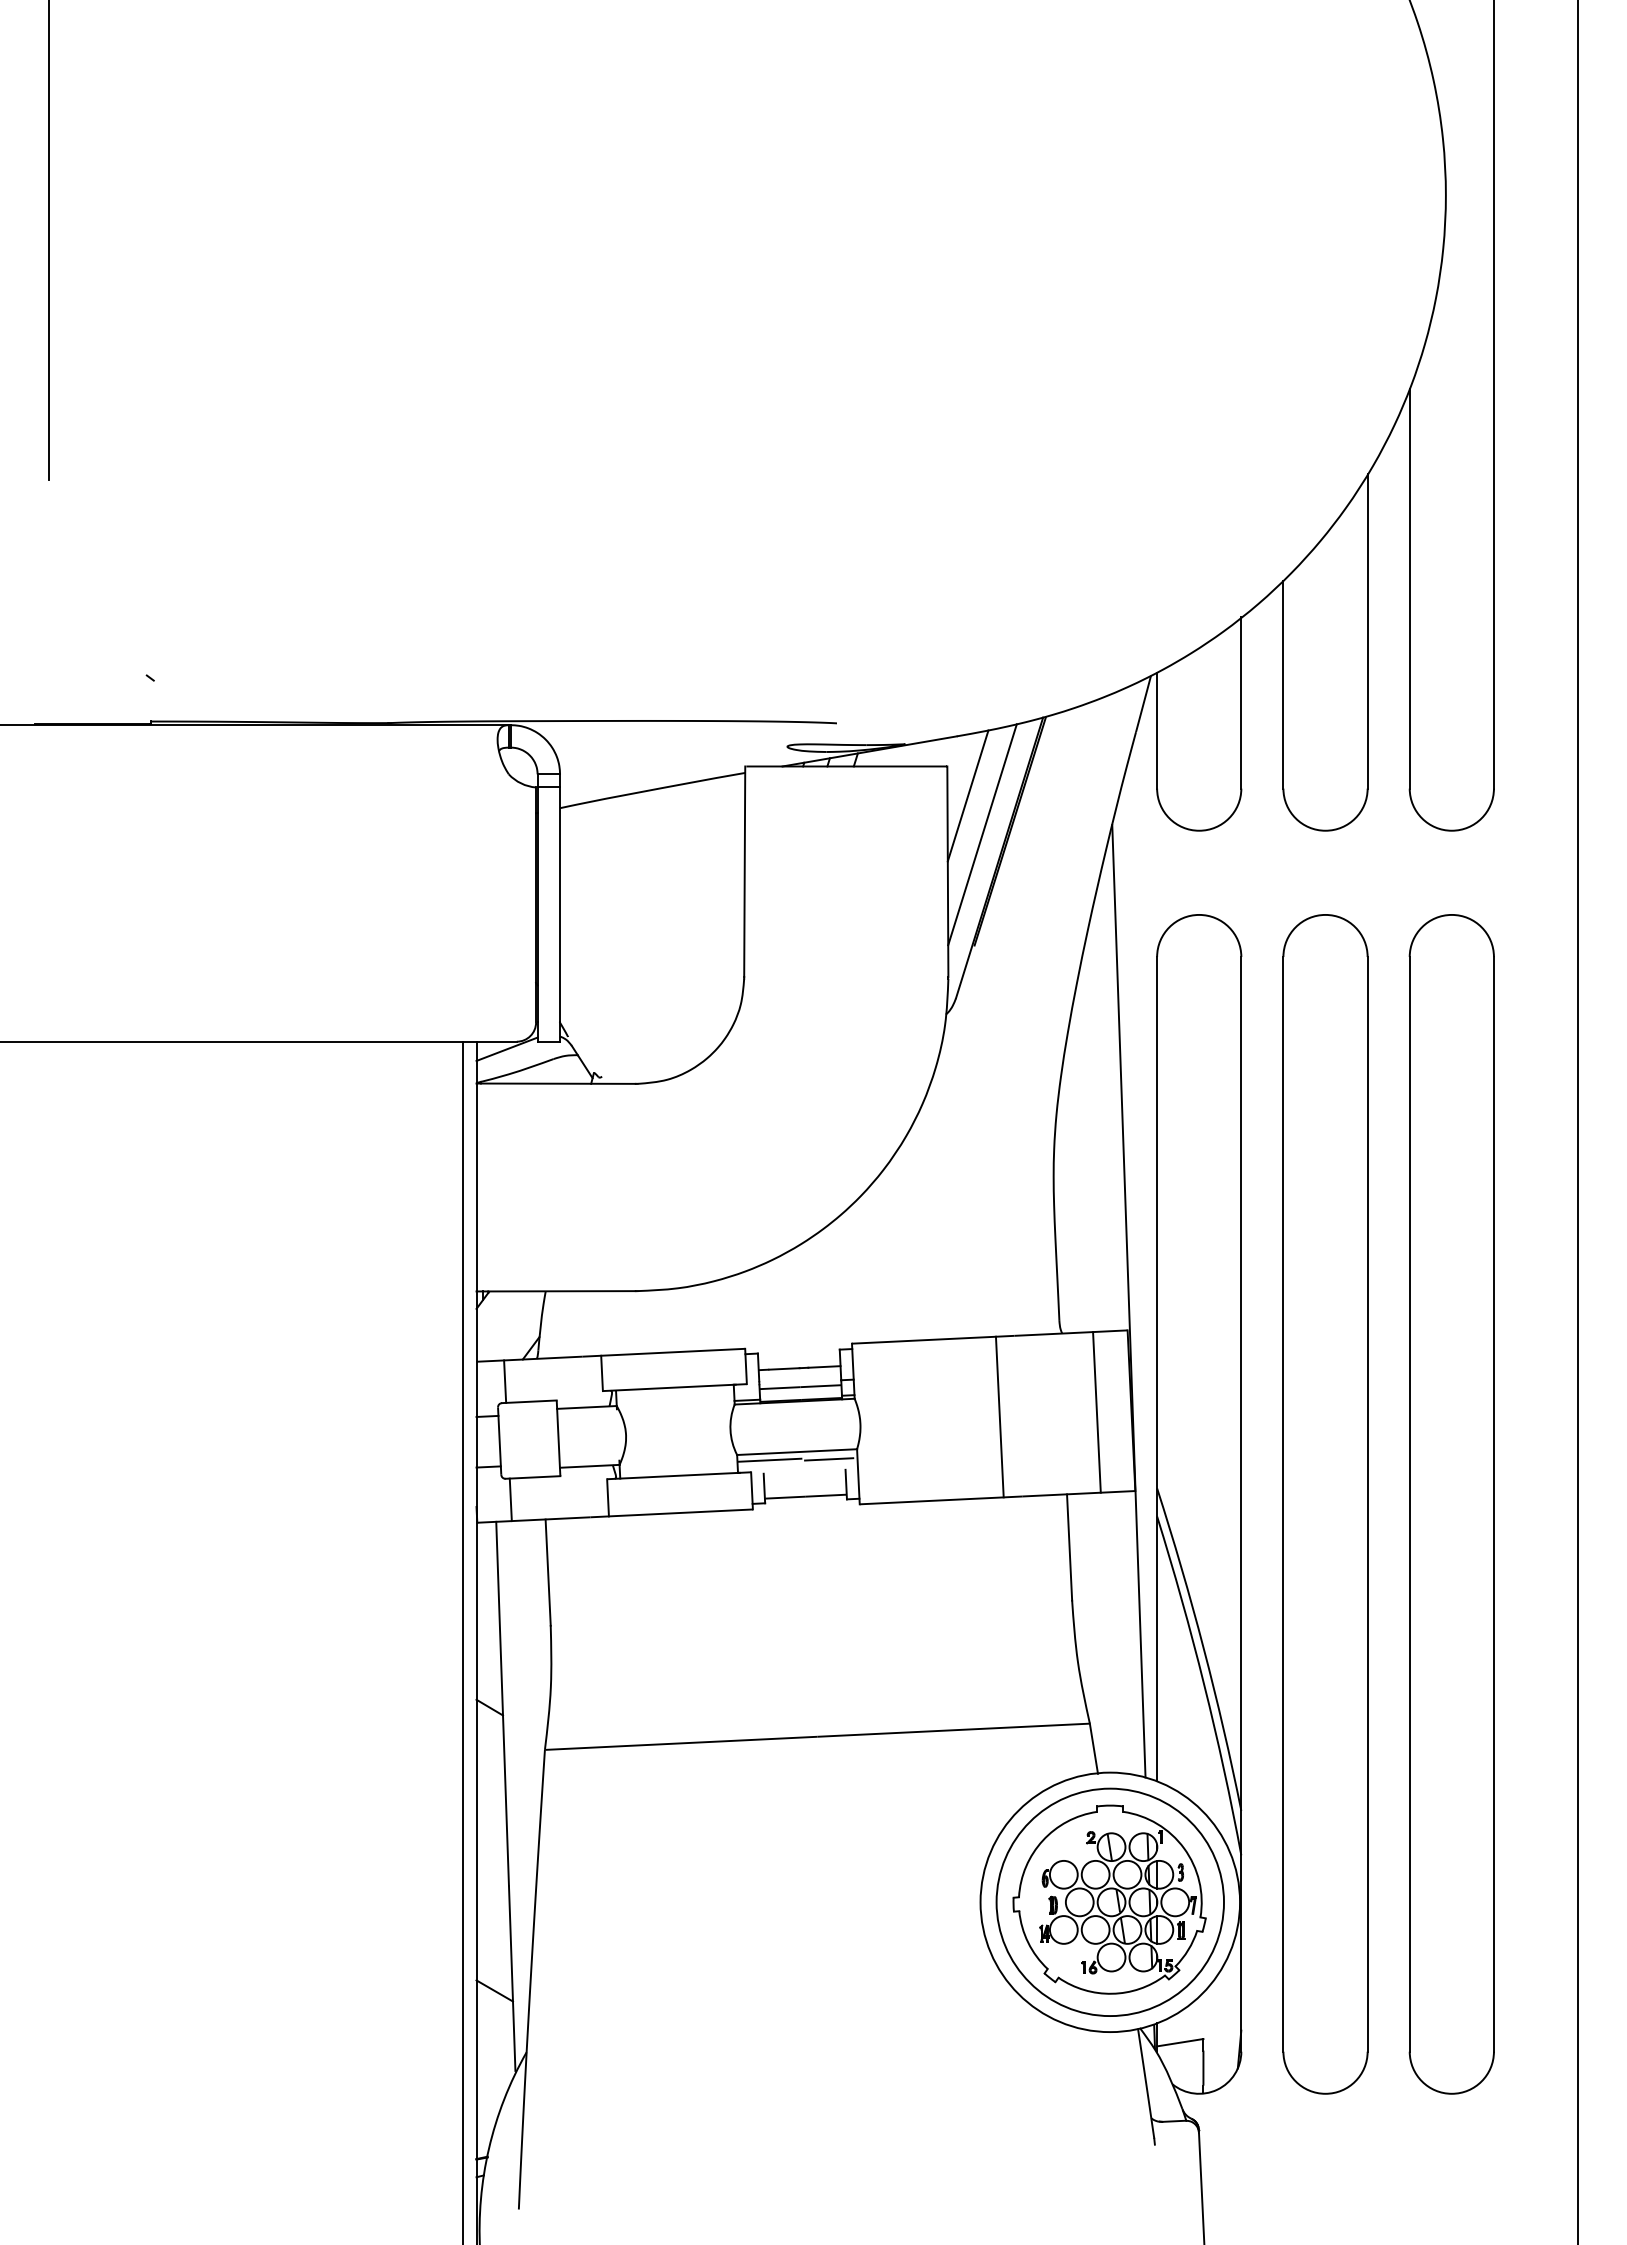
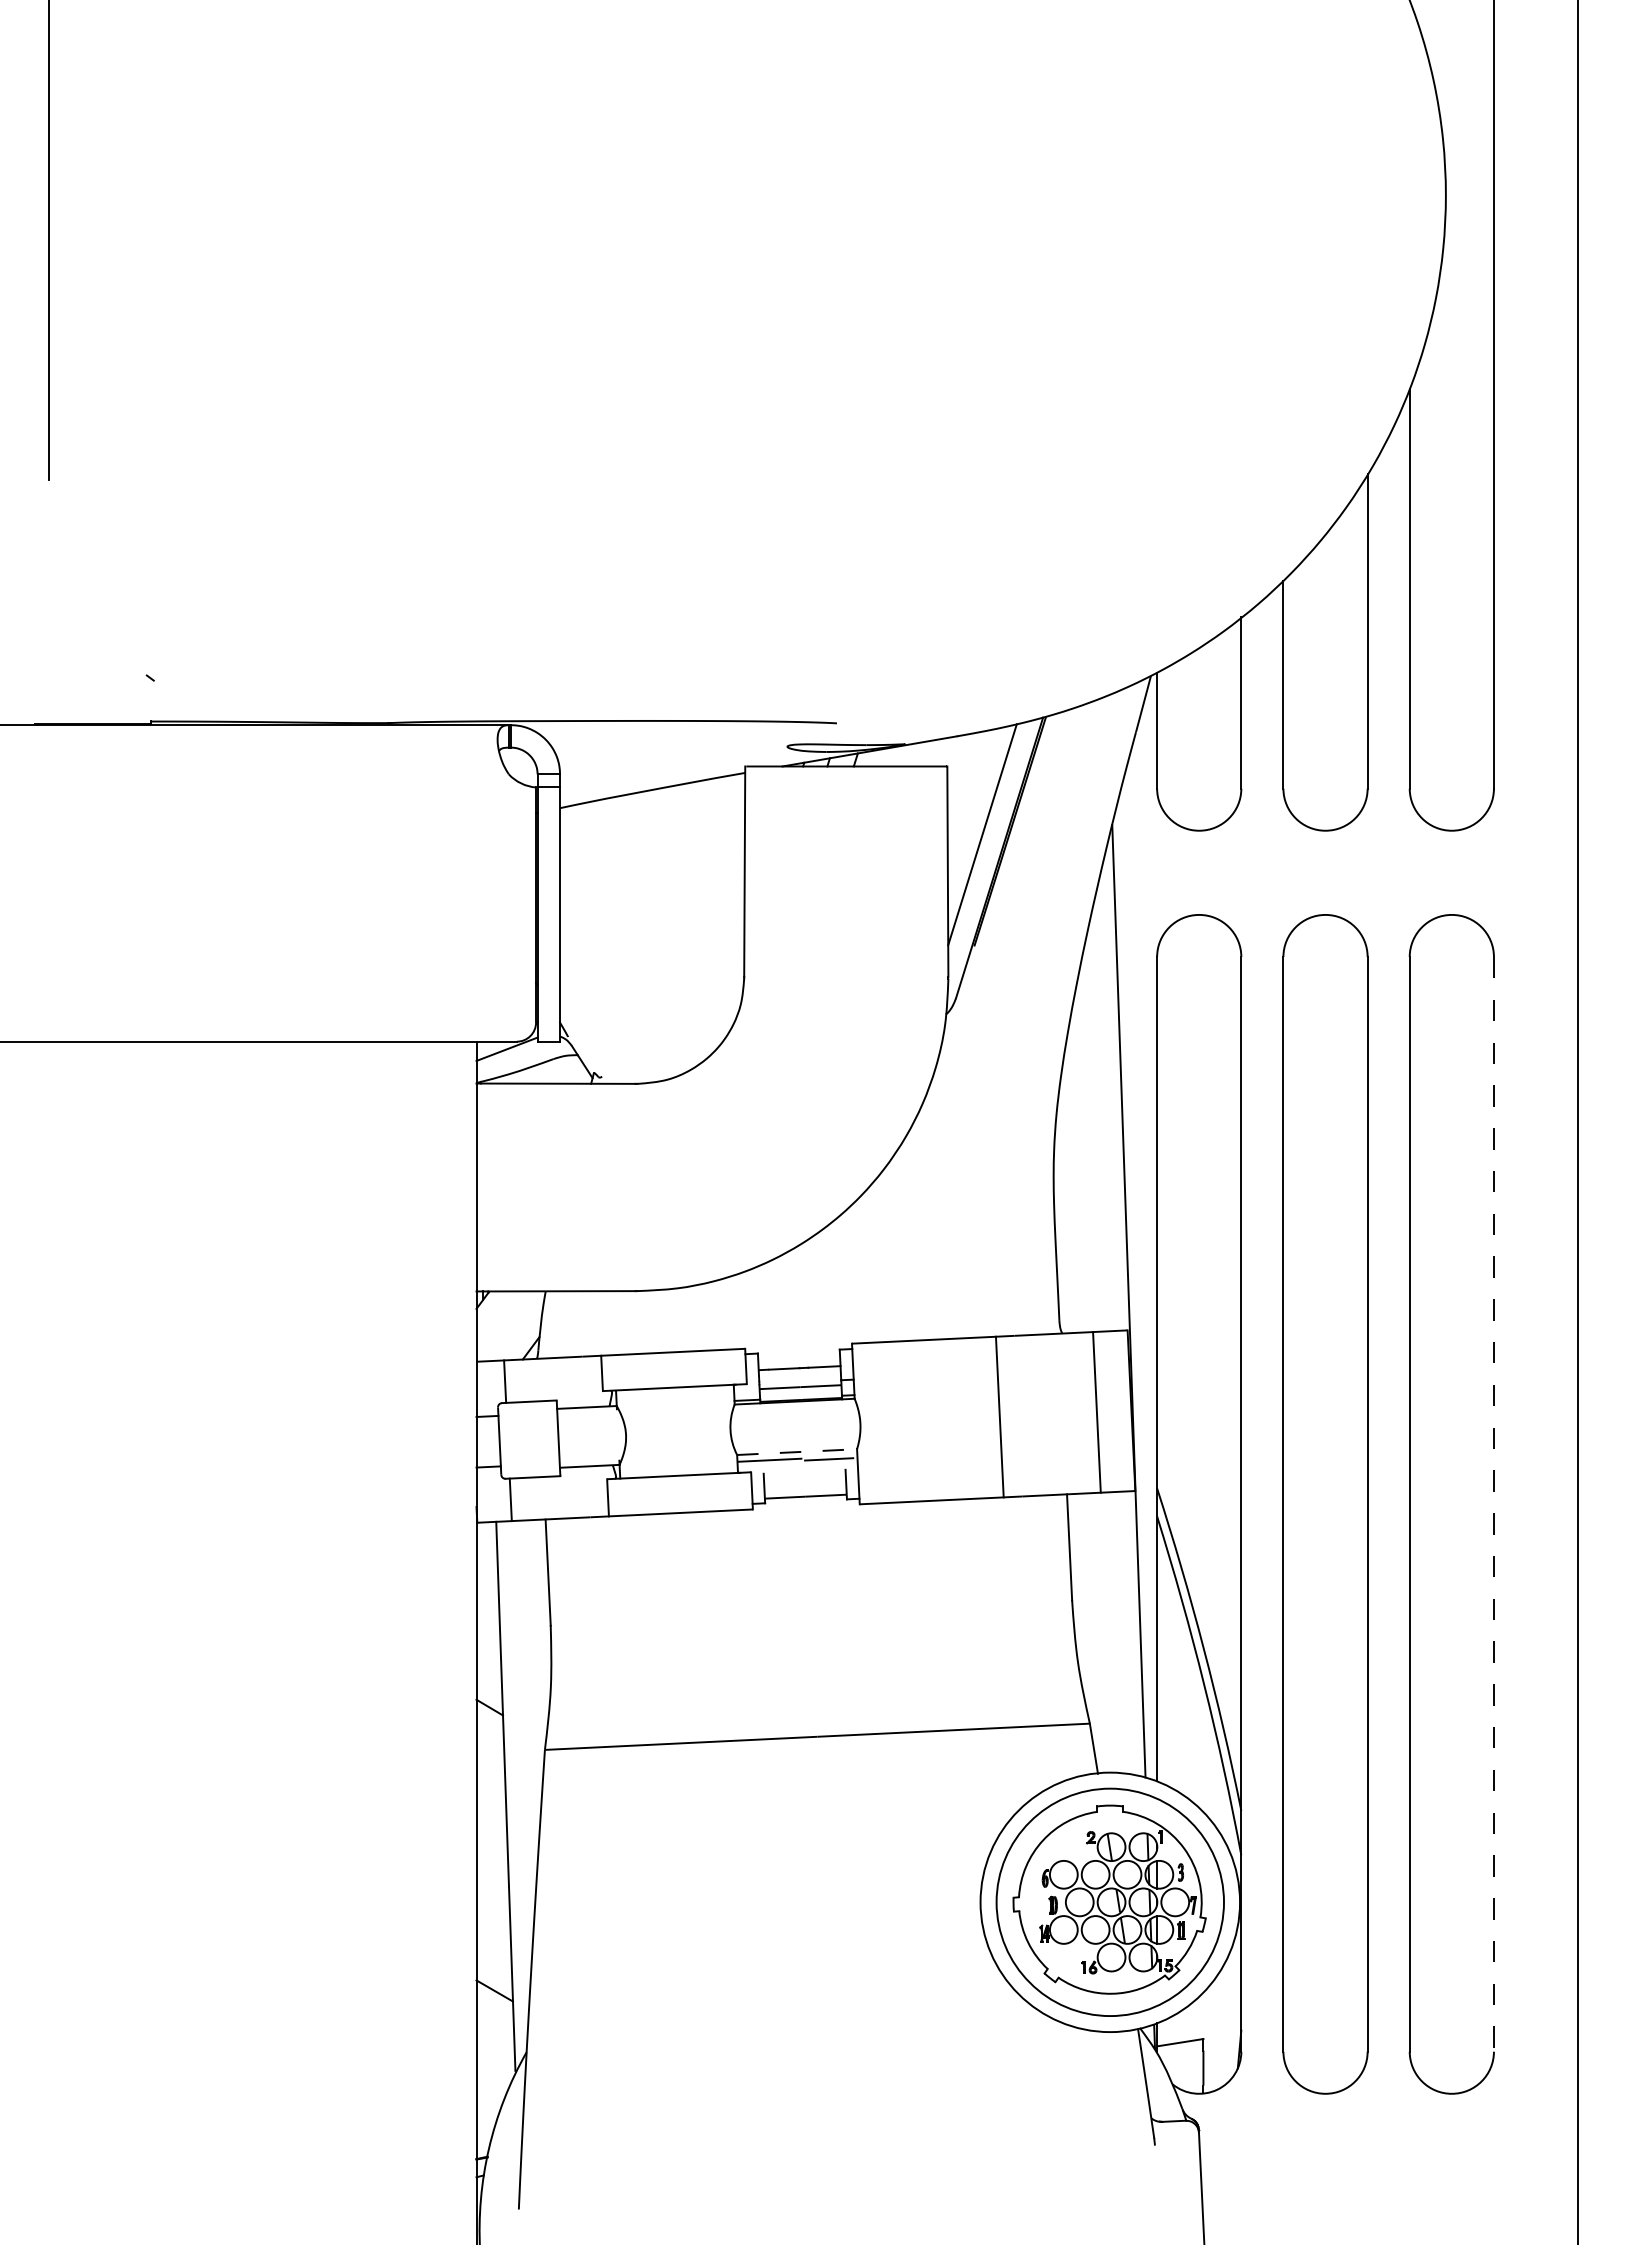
line at (967, 795): present -> none
line at (797, 1452): solid -> dashed
line at (1493, 1504): solid -> dashed
line at (463, 1641): present -> none
